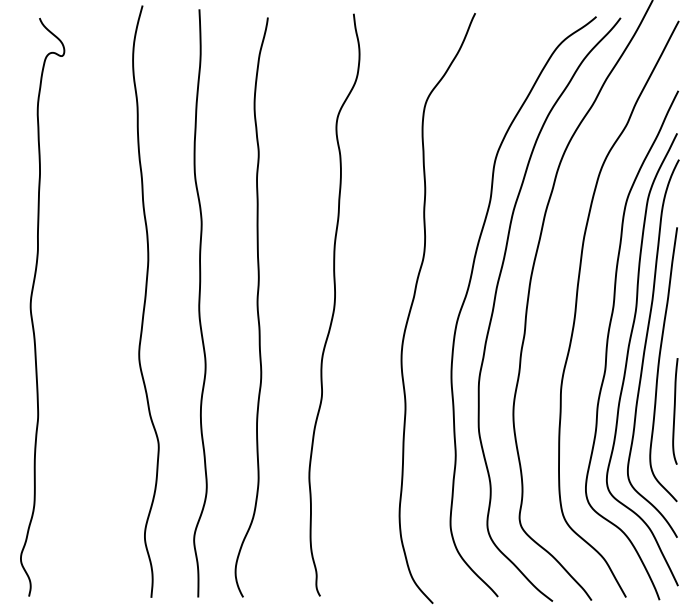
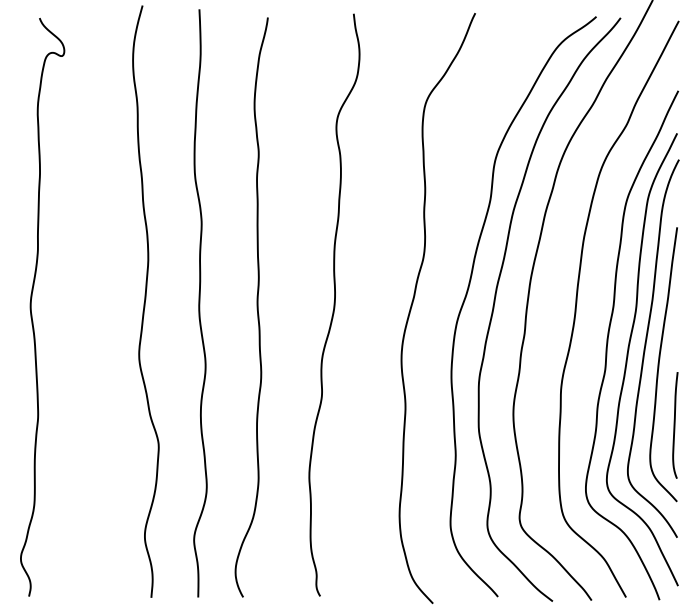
curve at (675, 411) position: (675, 411) -> (675, 425)
